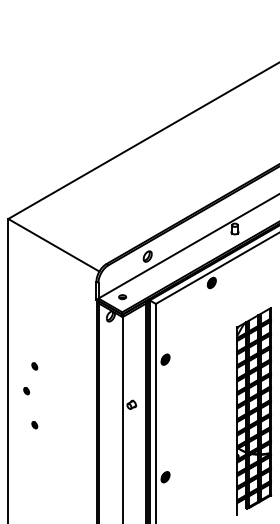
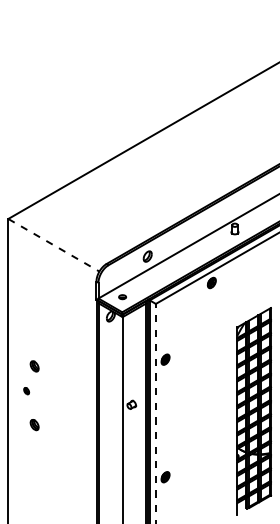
line at (53, 245): solid -> dashed
part at (34, 366) size: 8x9 px -> 11x13 px
line at (155, 413): solid -> dashed
part at (34, 425) size: 8x9 px -> 11x13 px
